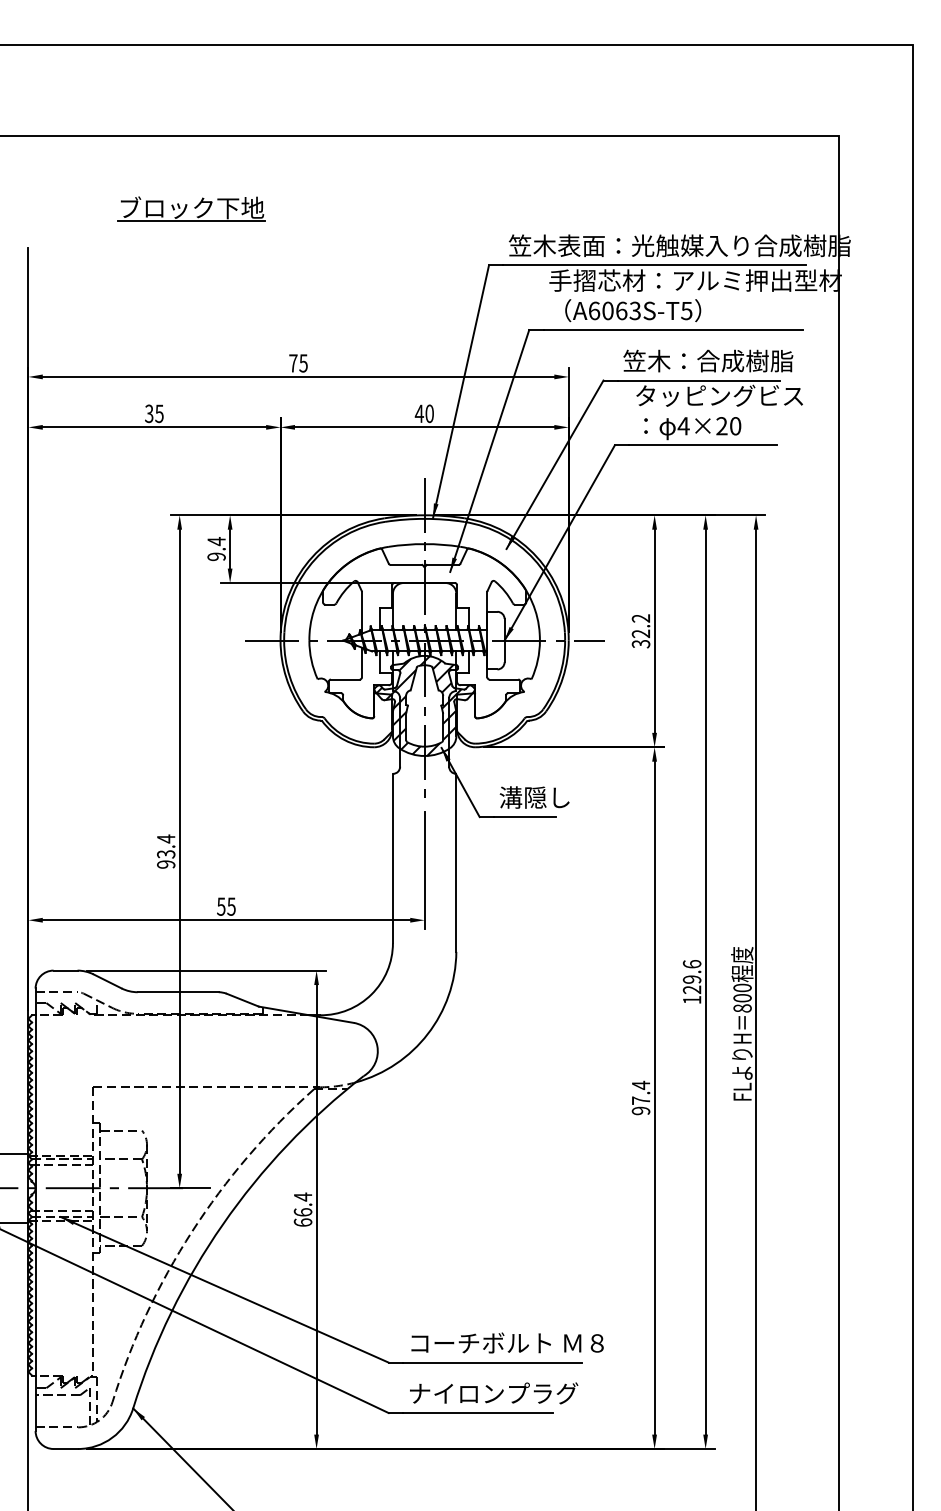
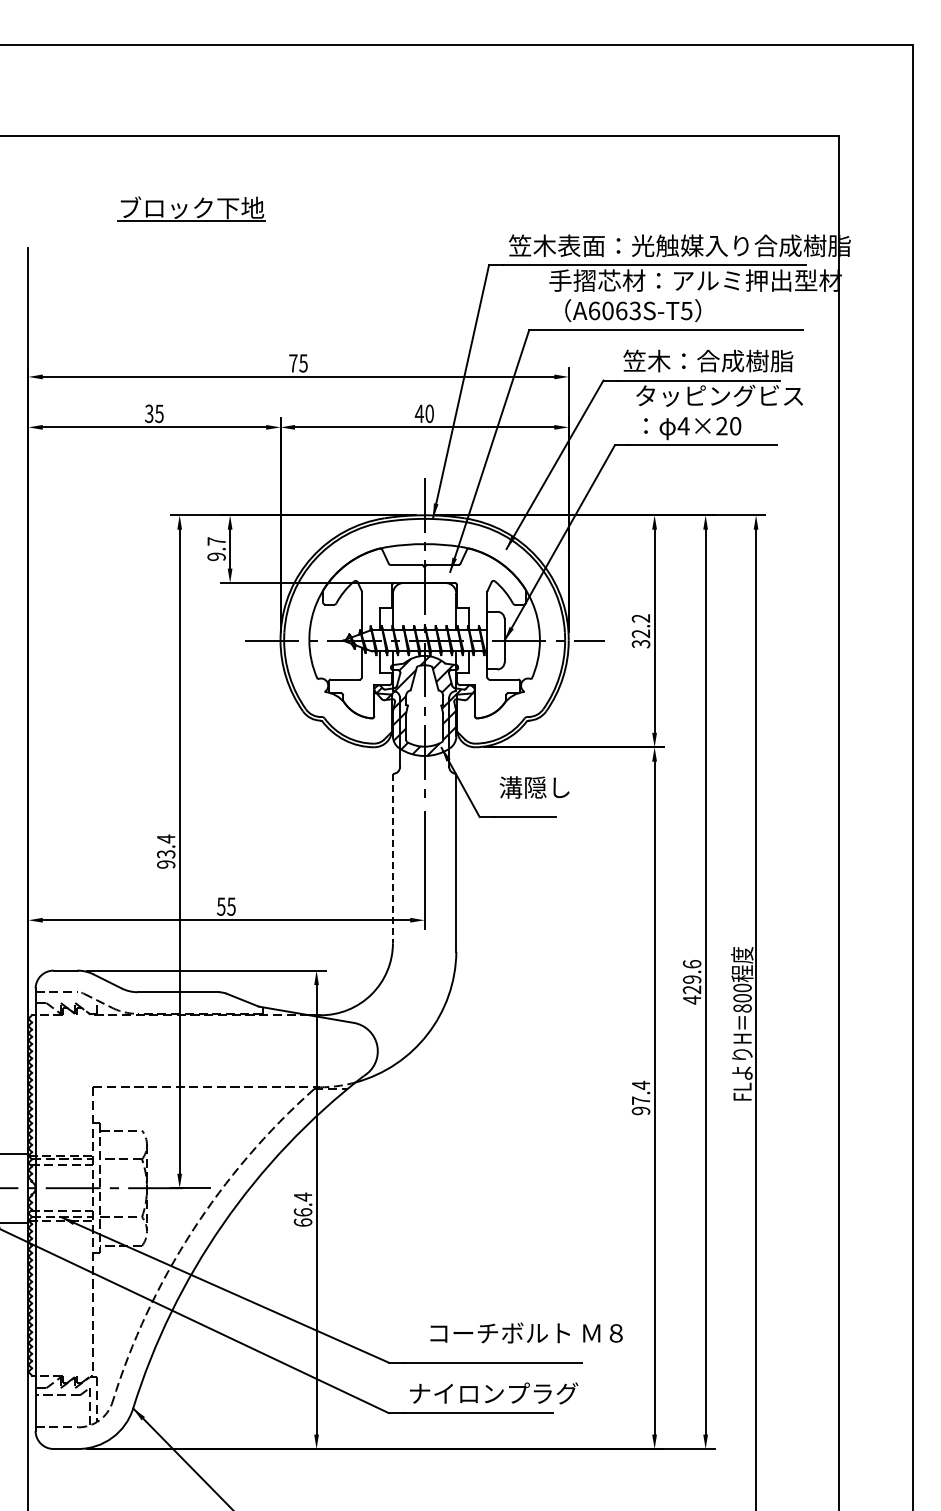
text at (216, 541): 9.4 -> 9.7
text at (534, 797) position: (534, 797) -> (534, 787)
line at (392, 858): solid -> dashed
text at (692, 999): 129.6 -> 429.6
text at (507, 1342) position: (507, 1342) -> (526, 1332)
